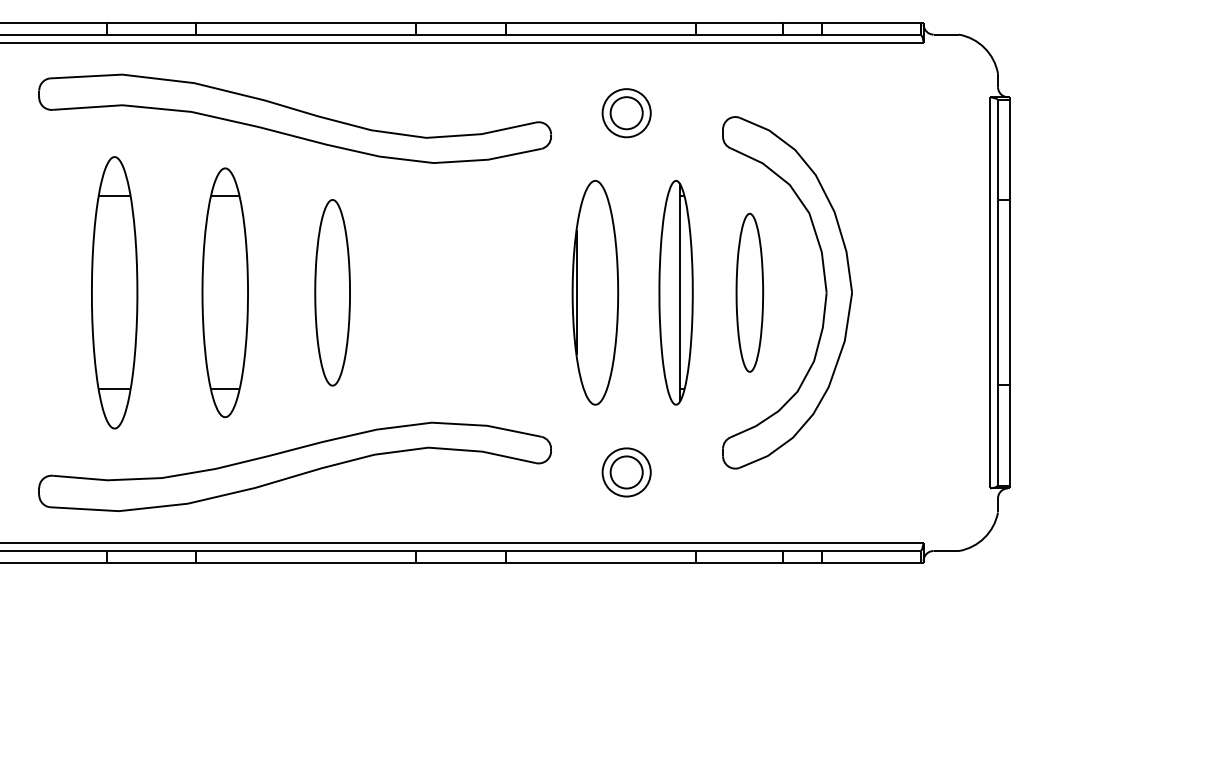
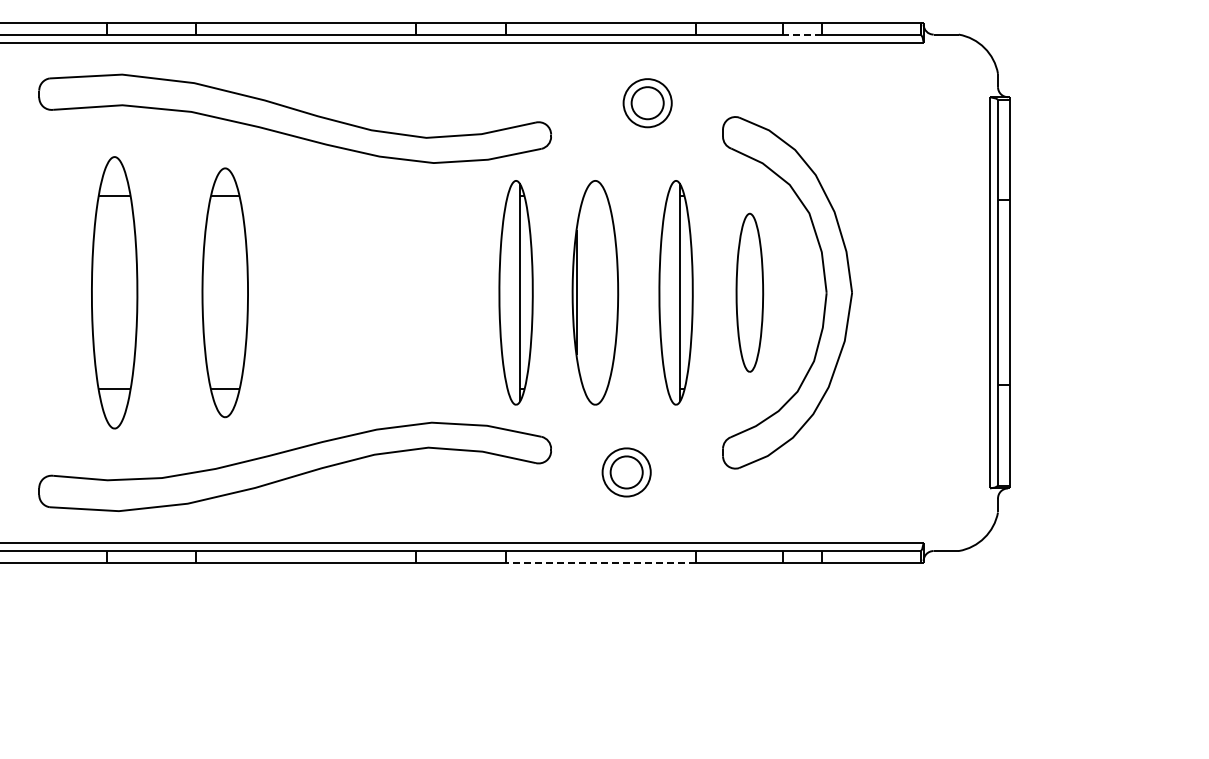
line at (801, 34): solid -> dashed
part at (626, 113) position: (626, 113) -> (647, 103)
part at (332, 292): present -> none
part at (515, 292): none -> present
line at (600, 563): solid -> dashed
